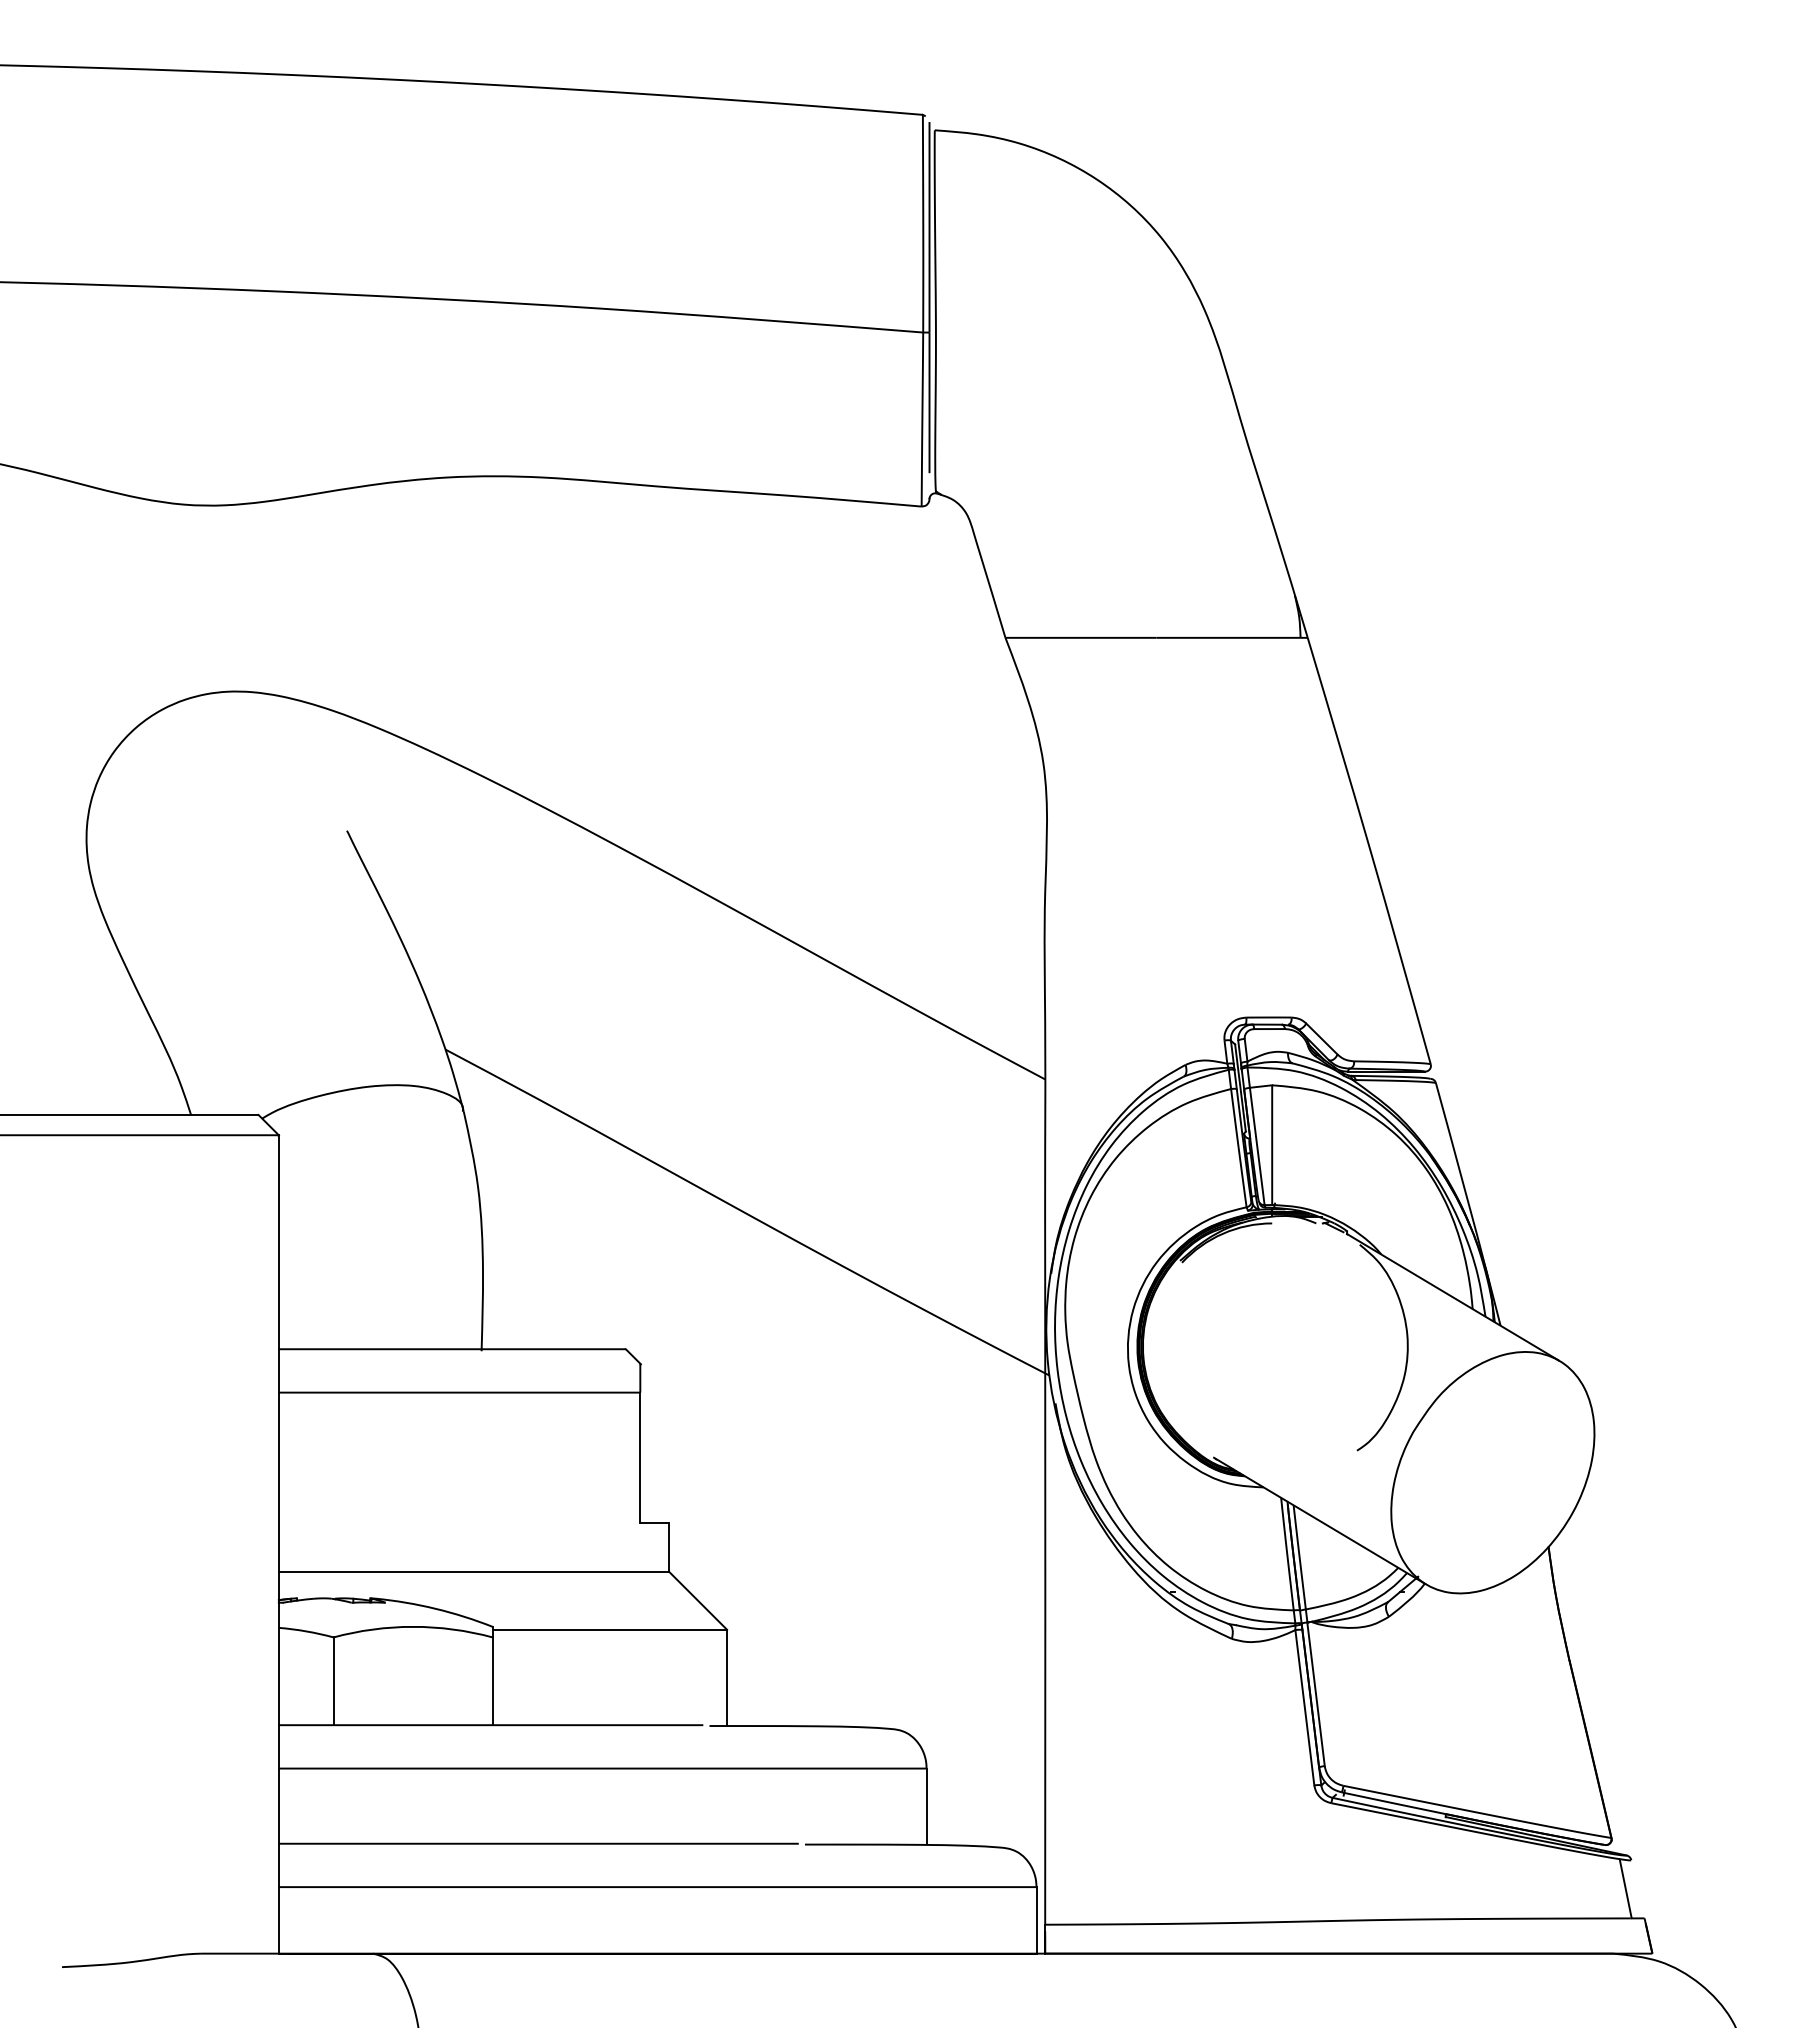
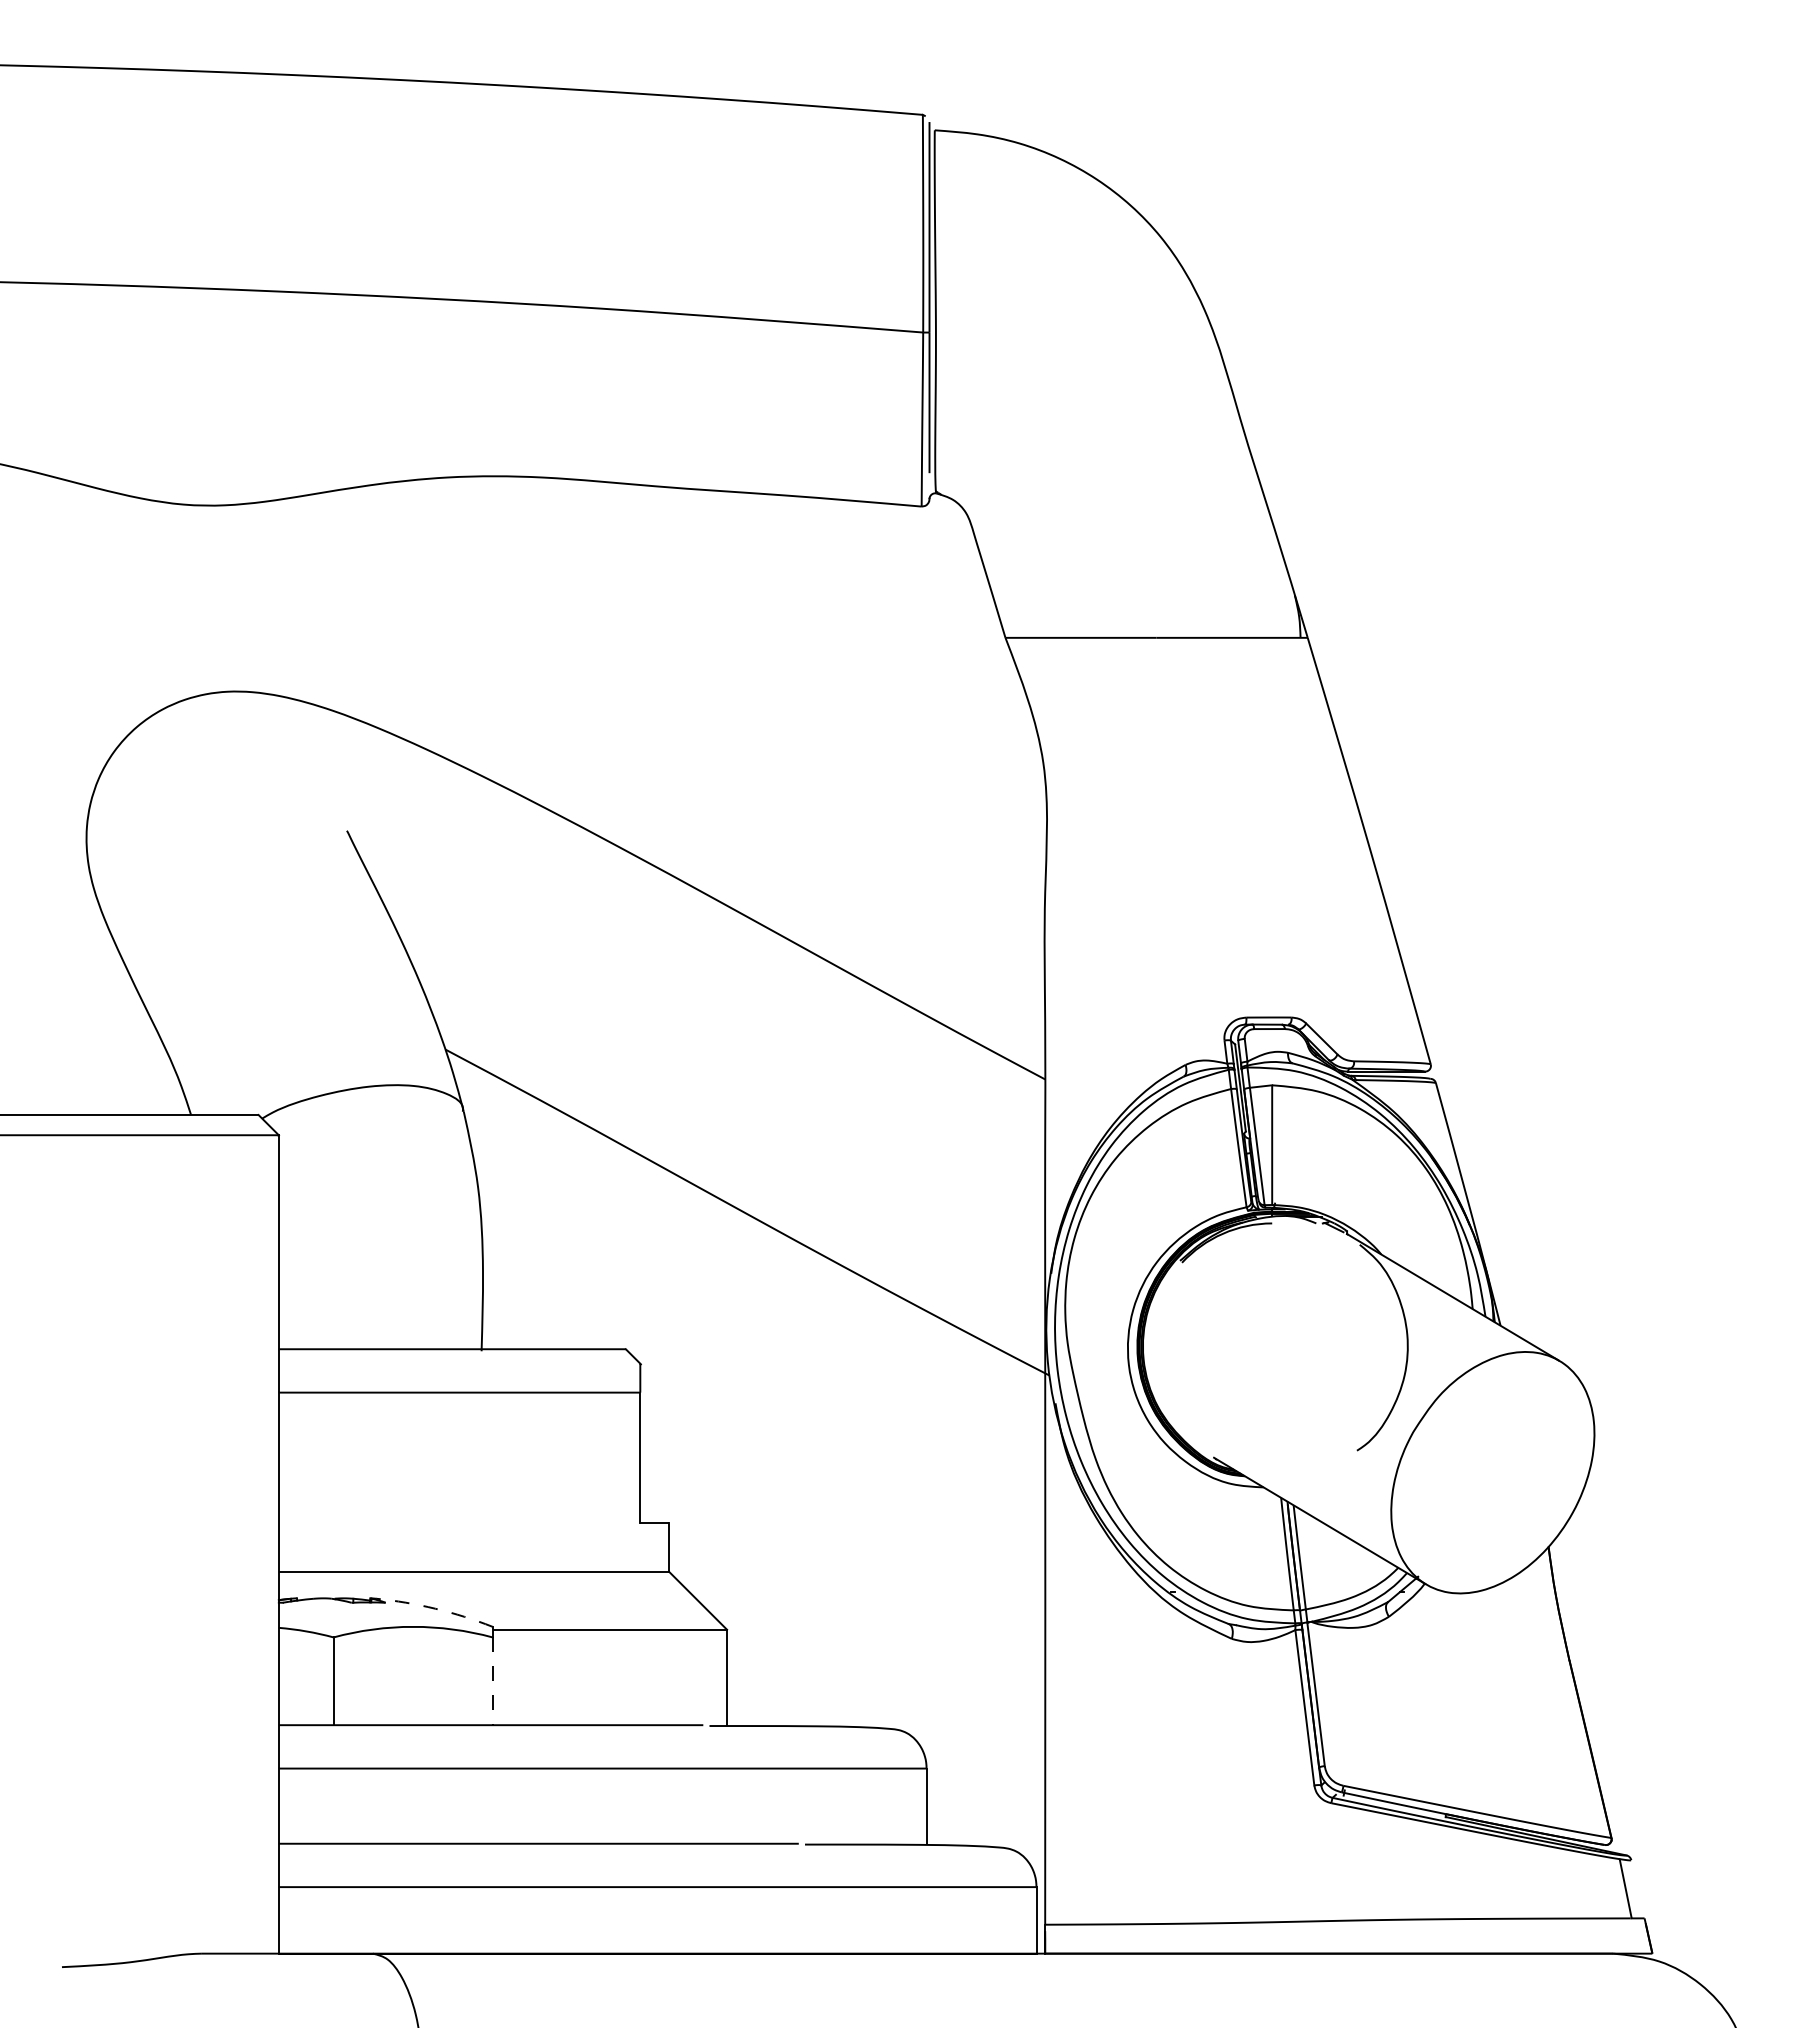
arc at (435, 1608): solid -> dashed
line at (492, 1681): solid -> dashed
